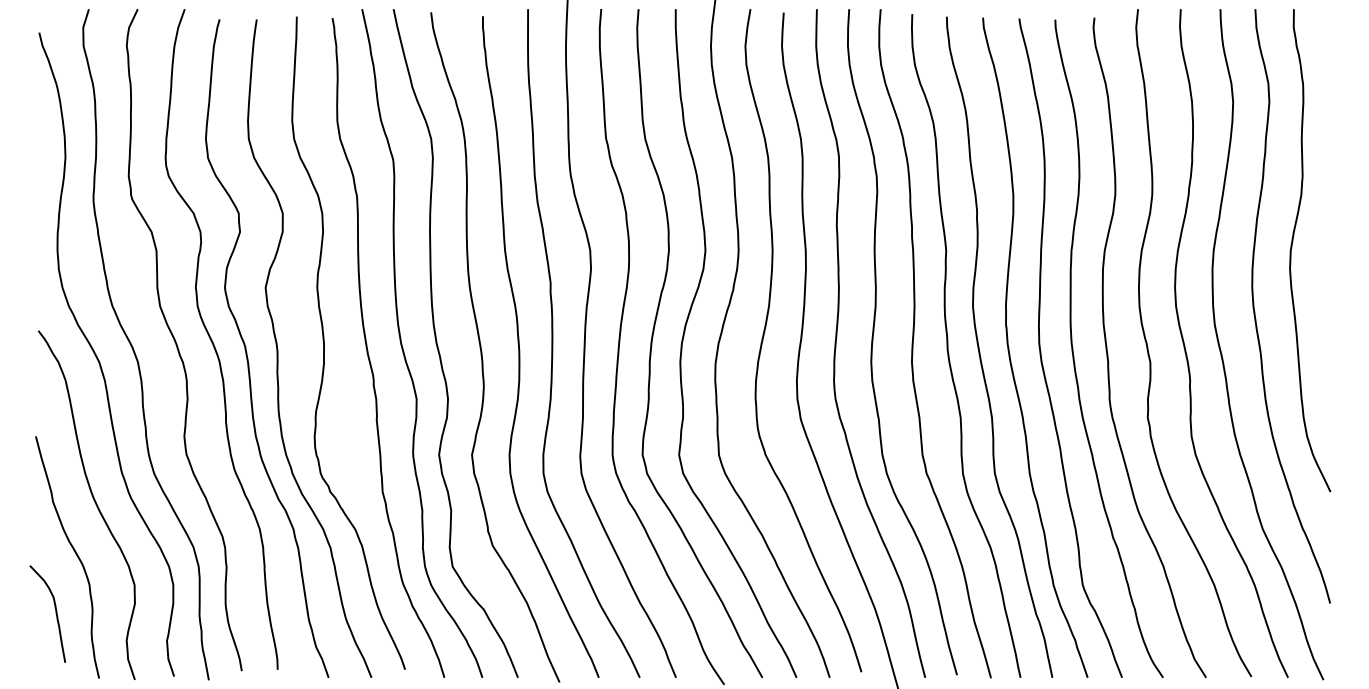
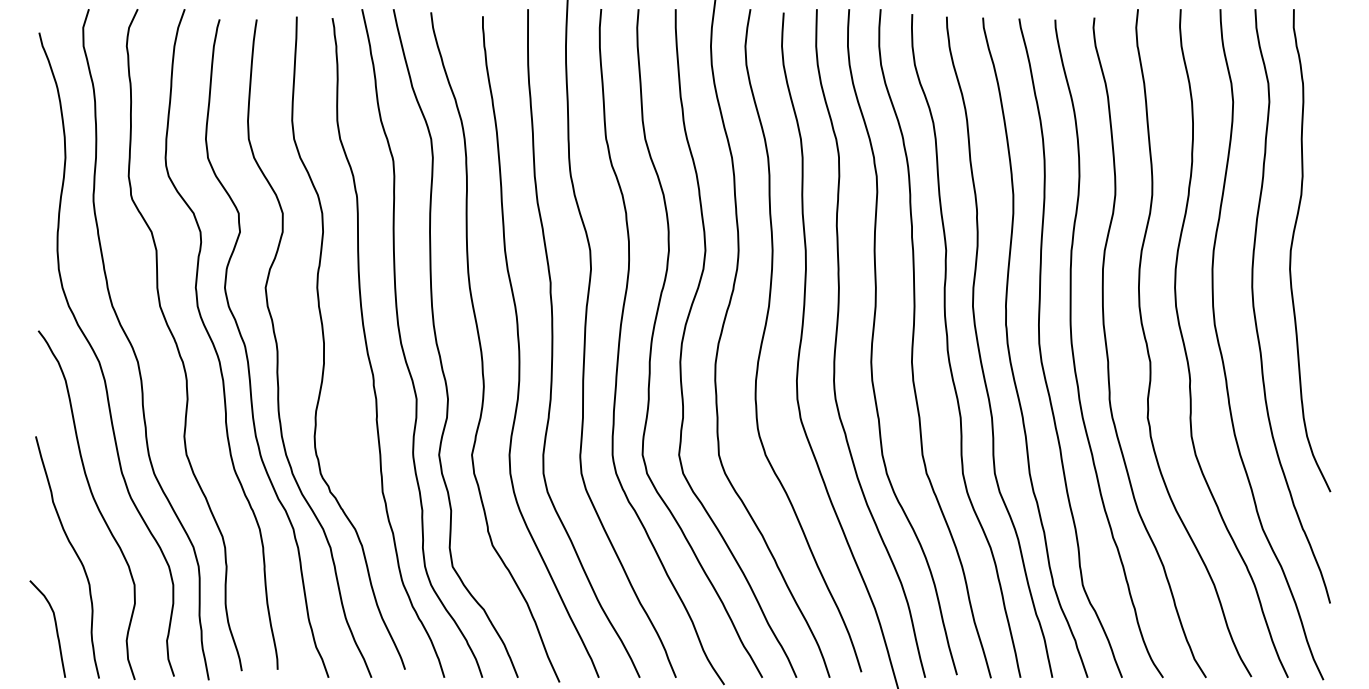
curve at (55, 613) position: (55, 613) -> (55, 628)
